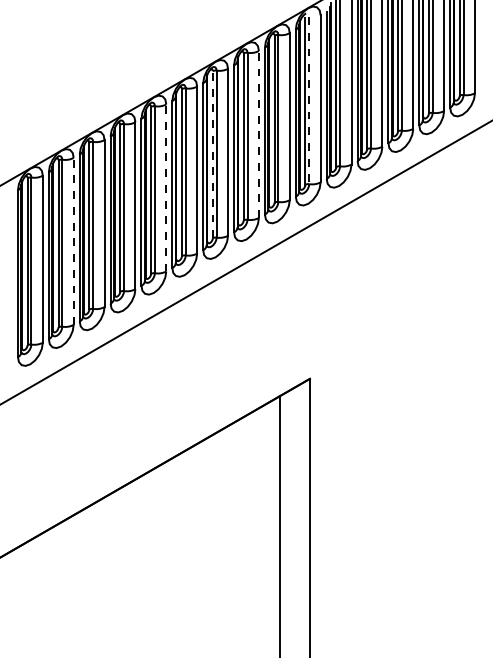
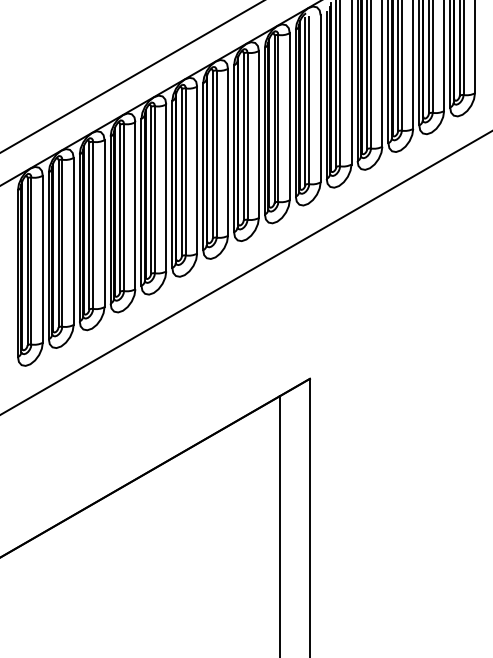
line at (131, 76): none -> present
line at (309, 101): dashed -> solid
line at (258, 134): dashed -> solid
line at (212, 154): dashed -> solid
line at (166, 187): dashed -> solid
line at (73, 240): dashed -> solid
line at (245, 262) position: (245, 262) -> (245, 272)
